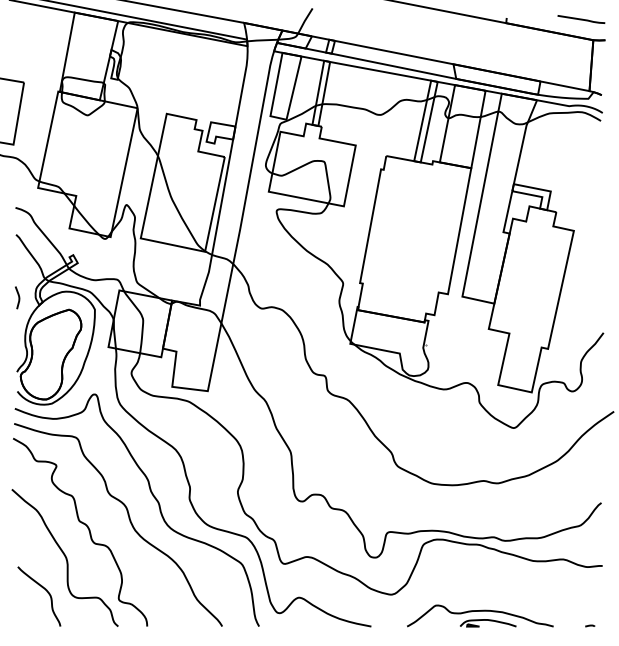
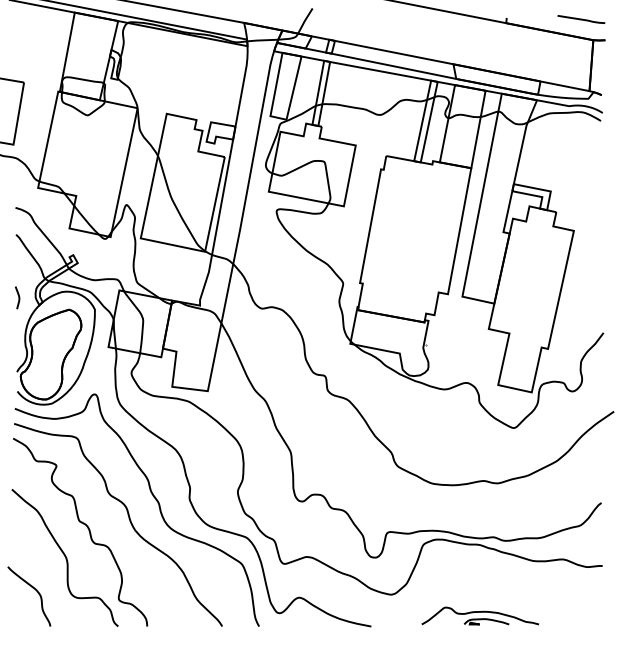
curve at (45, 590) position: (45, 590) -> (35, 590)
part at (480, 615) size: 147x24 px -> 118x20 px
curve at (590, 625): present -> none
